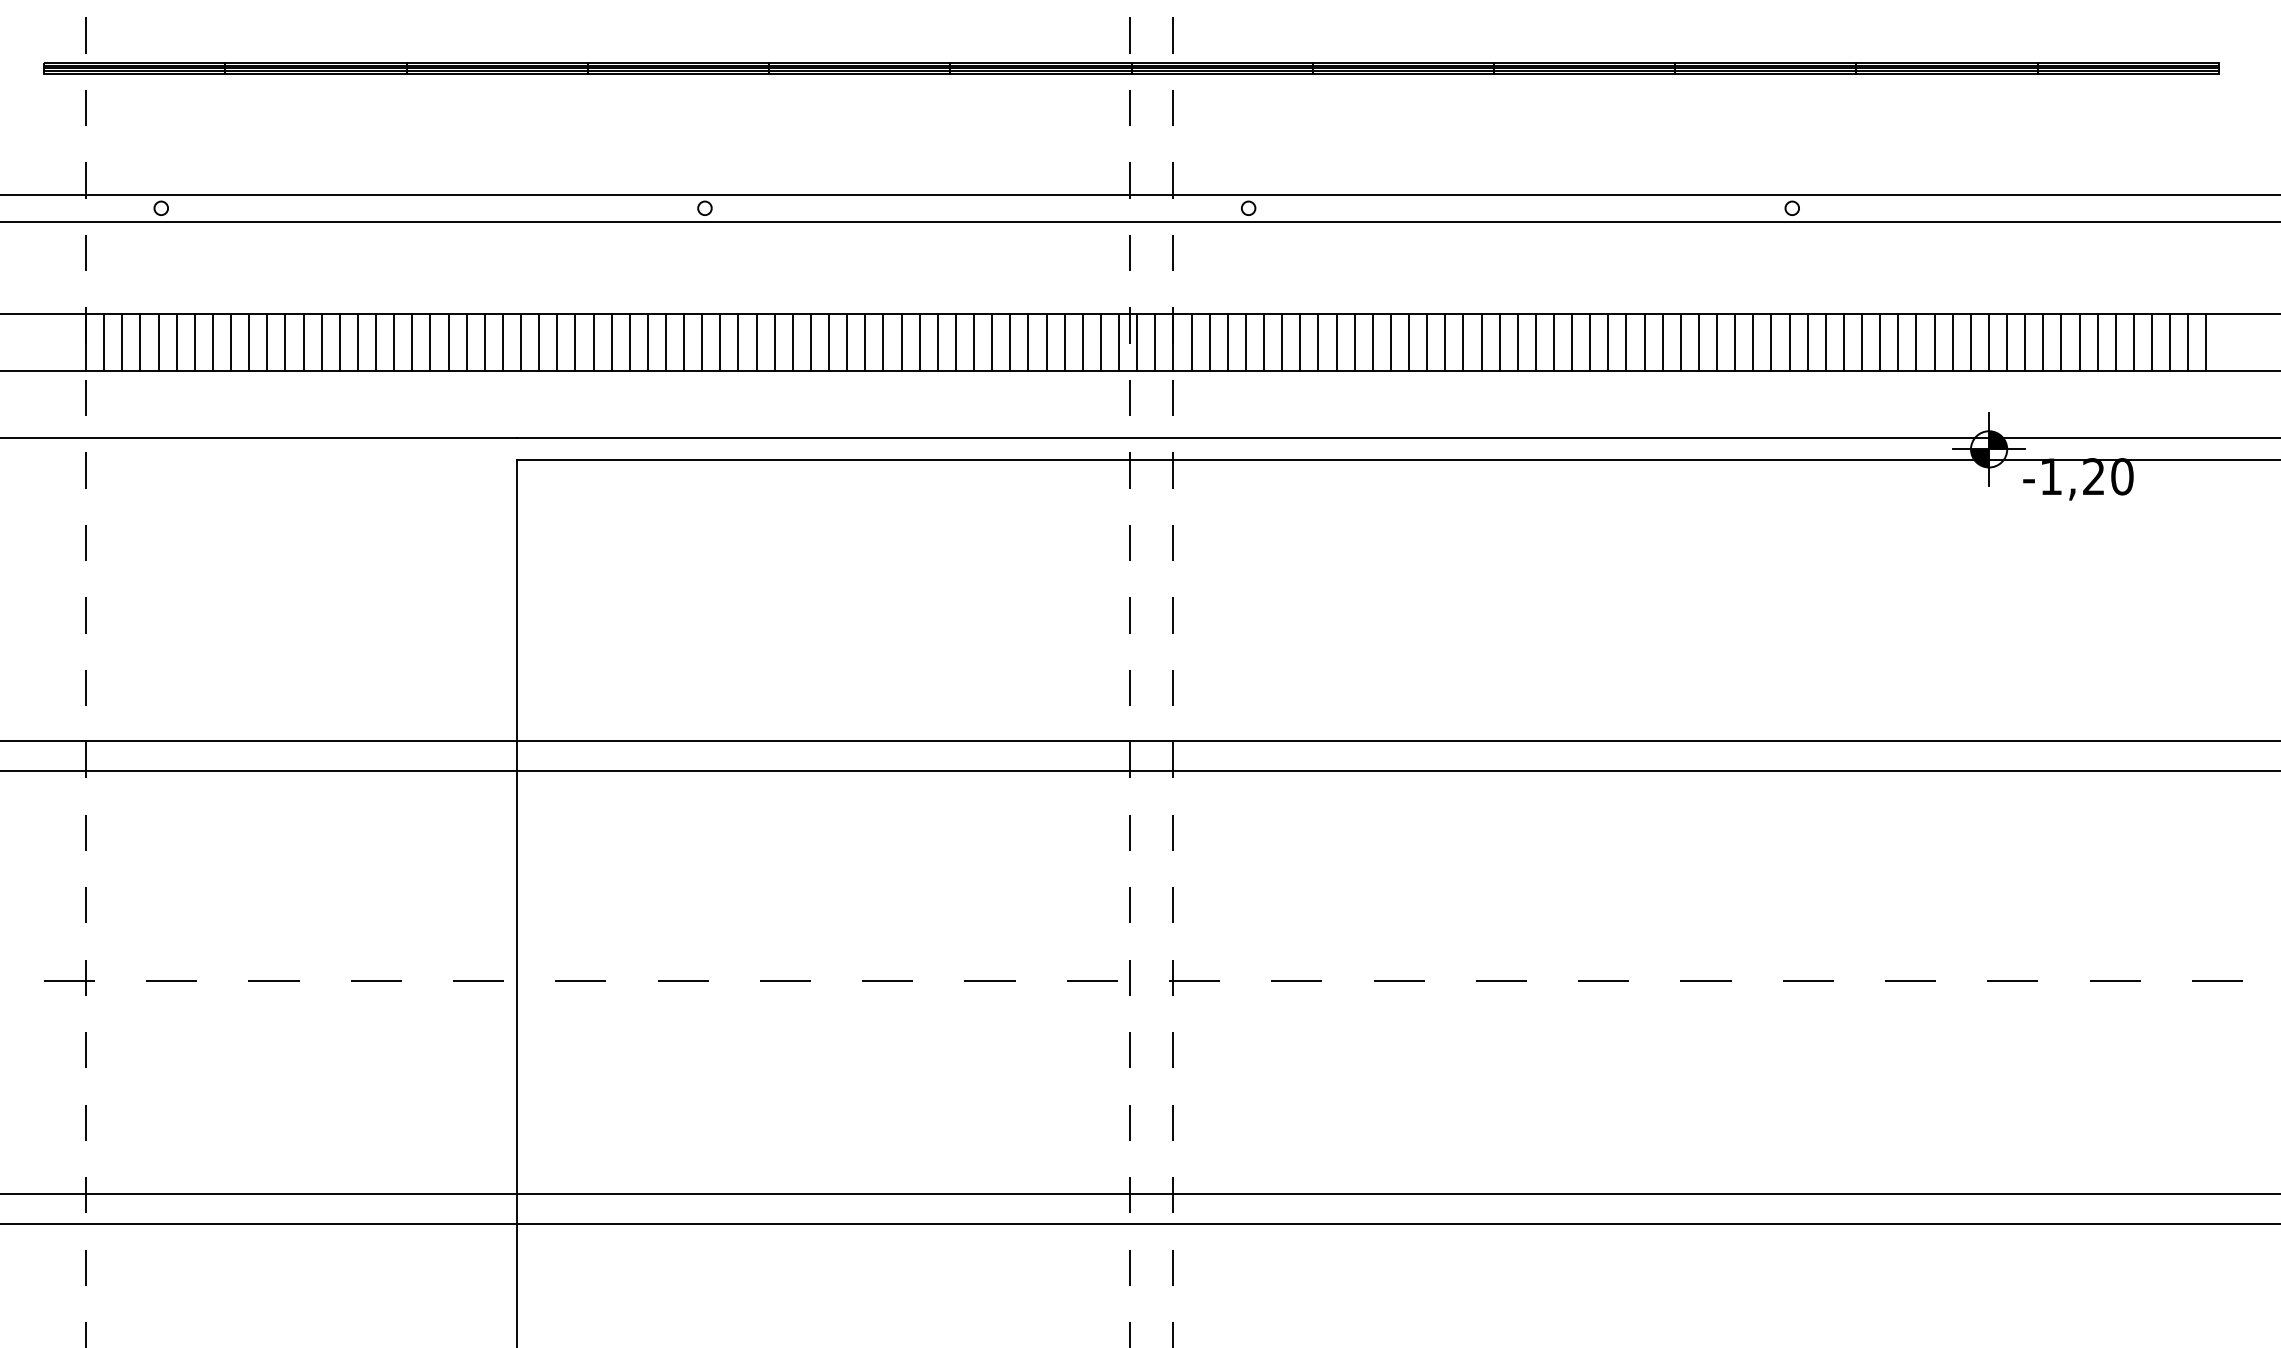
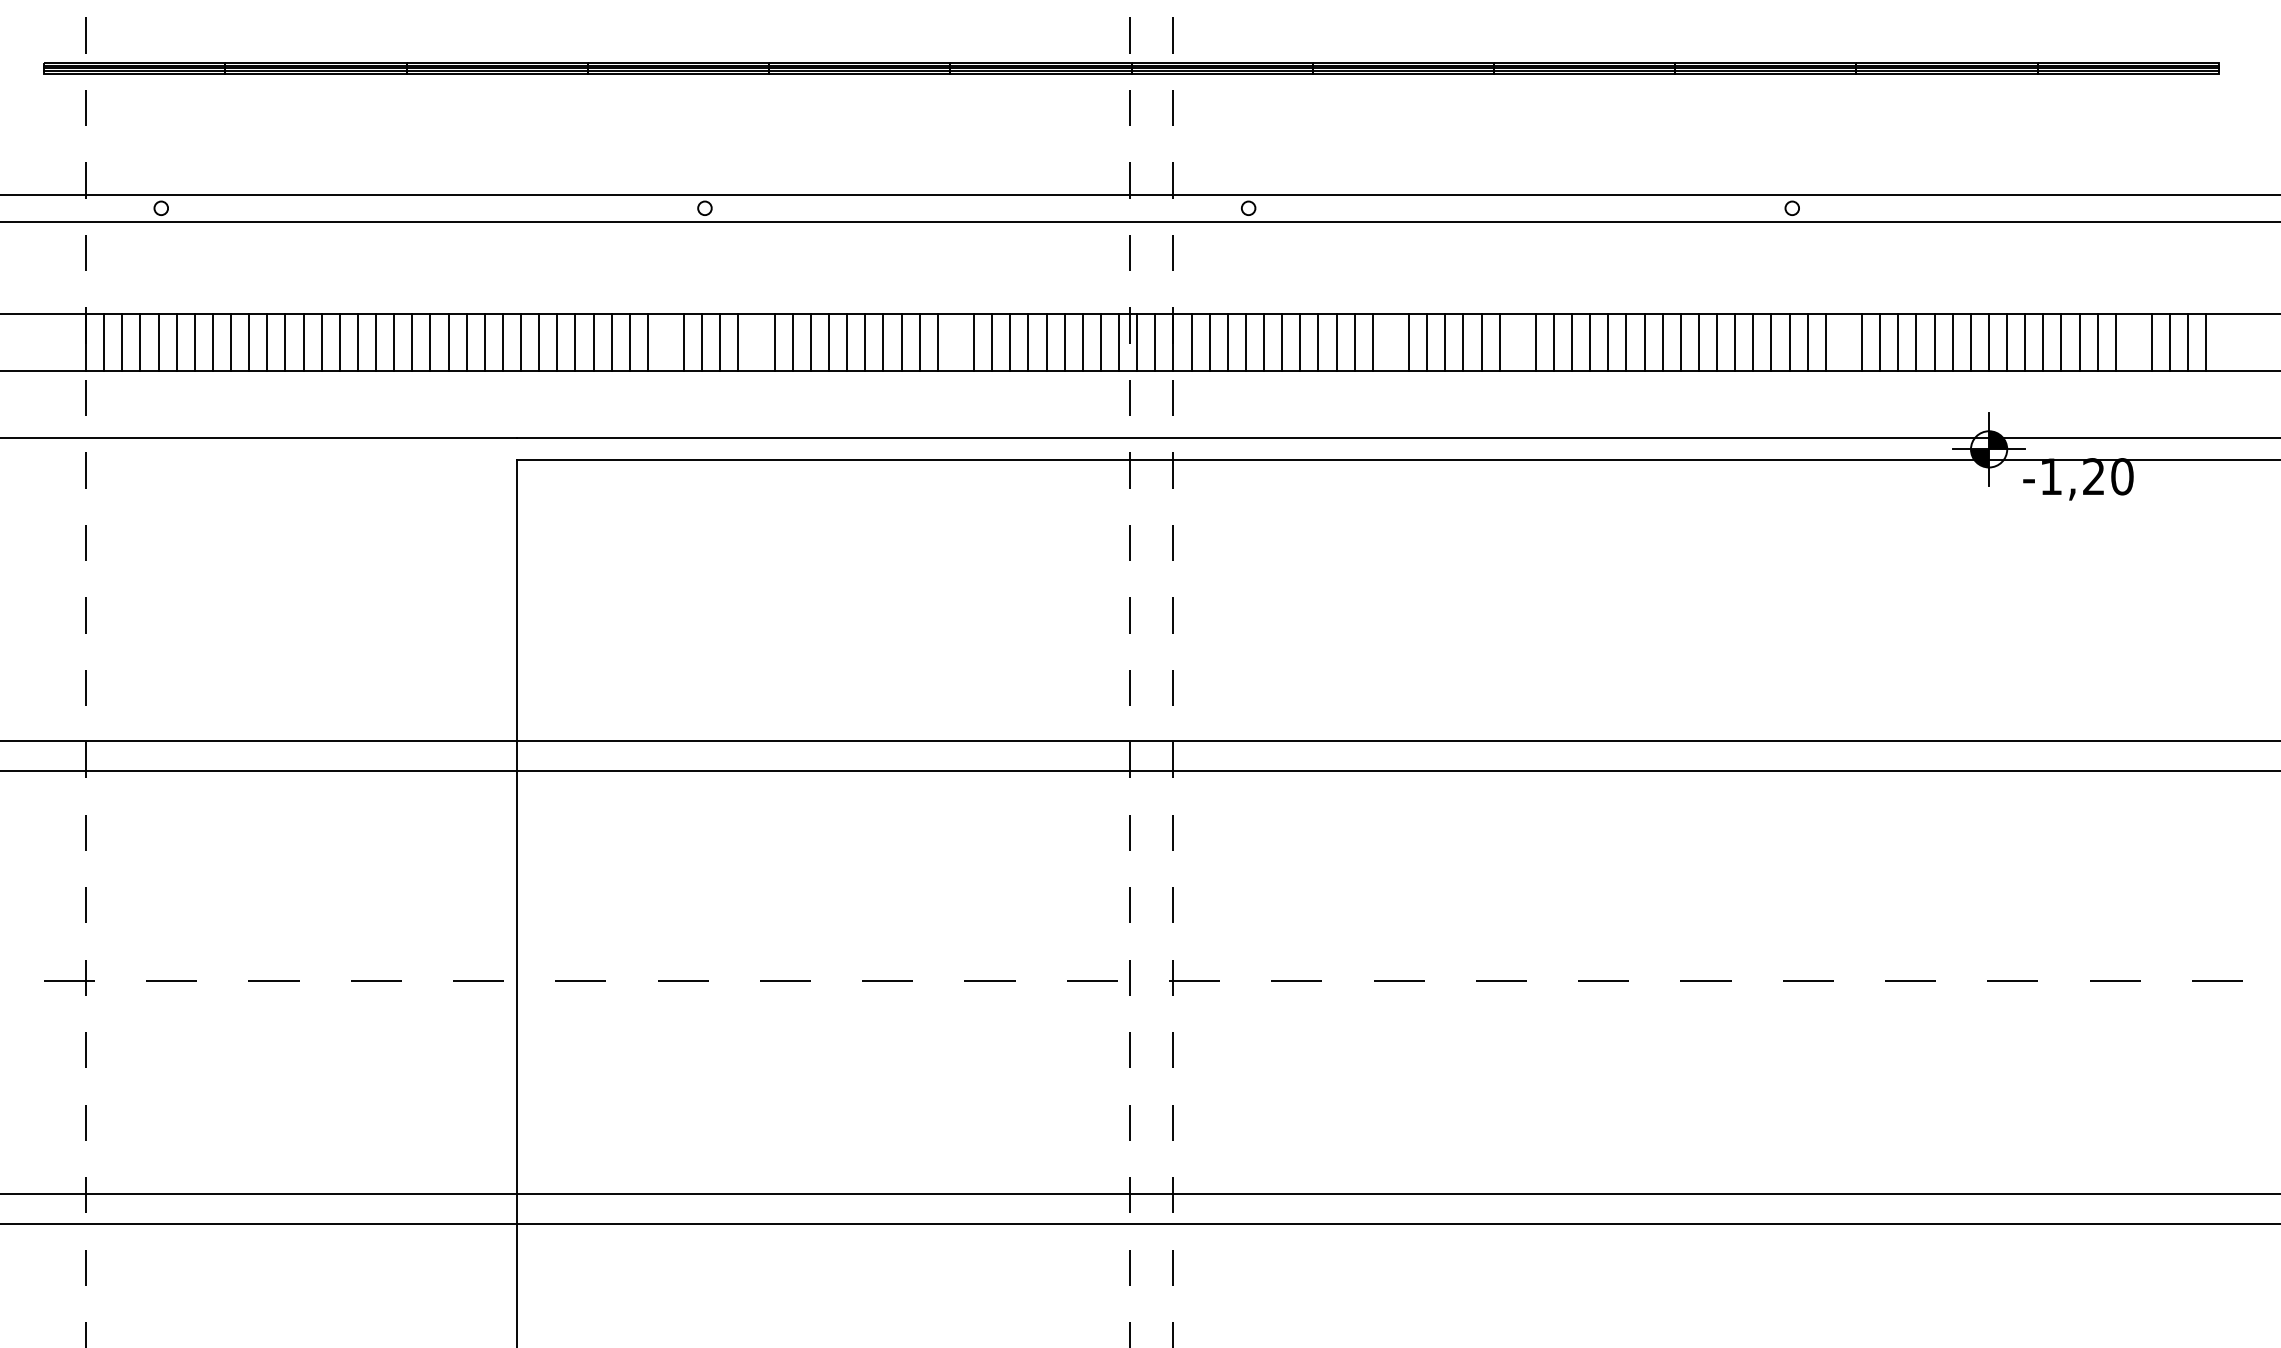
line at (665, 342): present -> none
line at (756, 342): present -> none
line at (955, 342): present -> none
line at (1390, 342): present -> none
line at (1517, 342): present -> none
line at (1843, 342): present -> none
line at (2133, 342): present -> none
